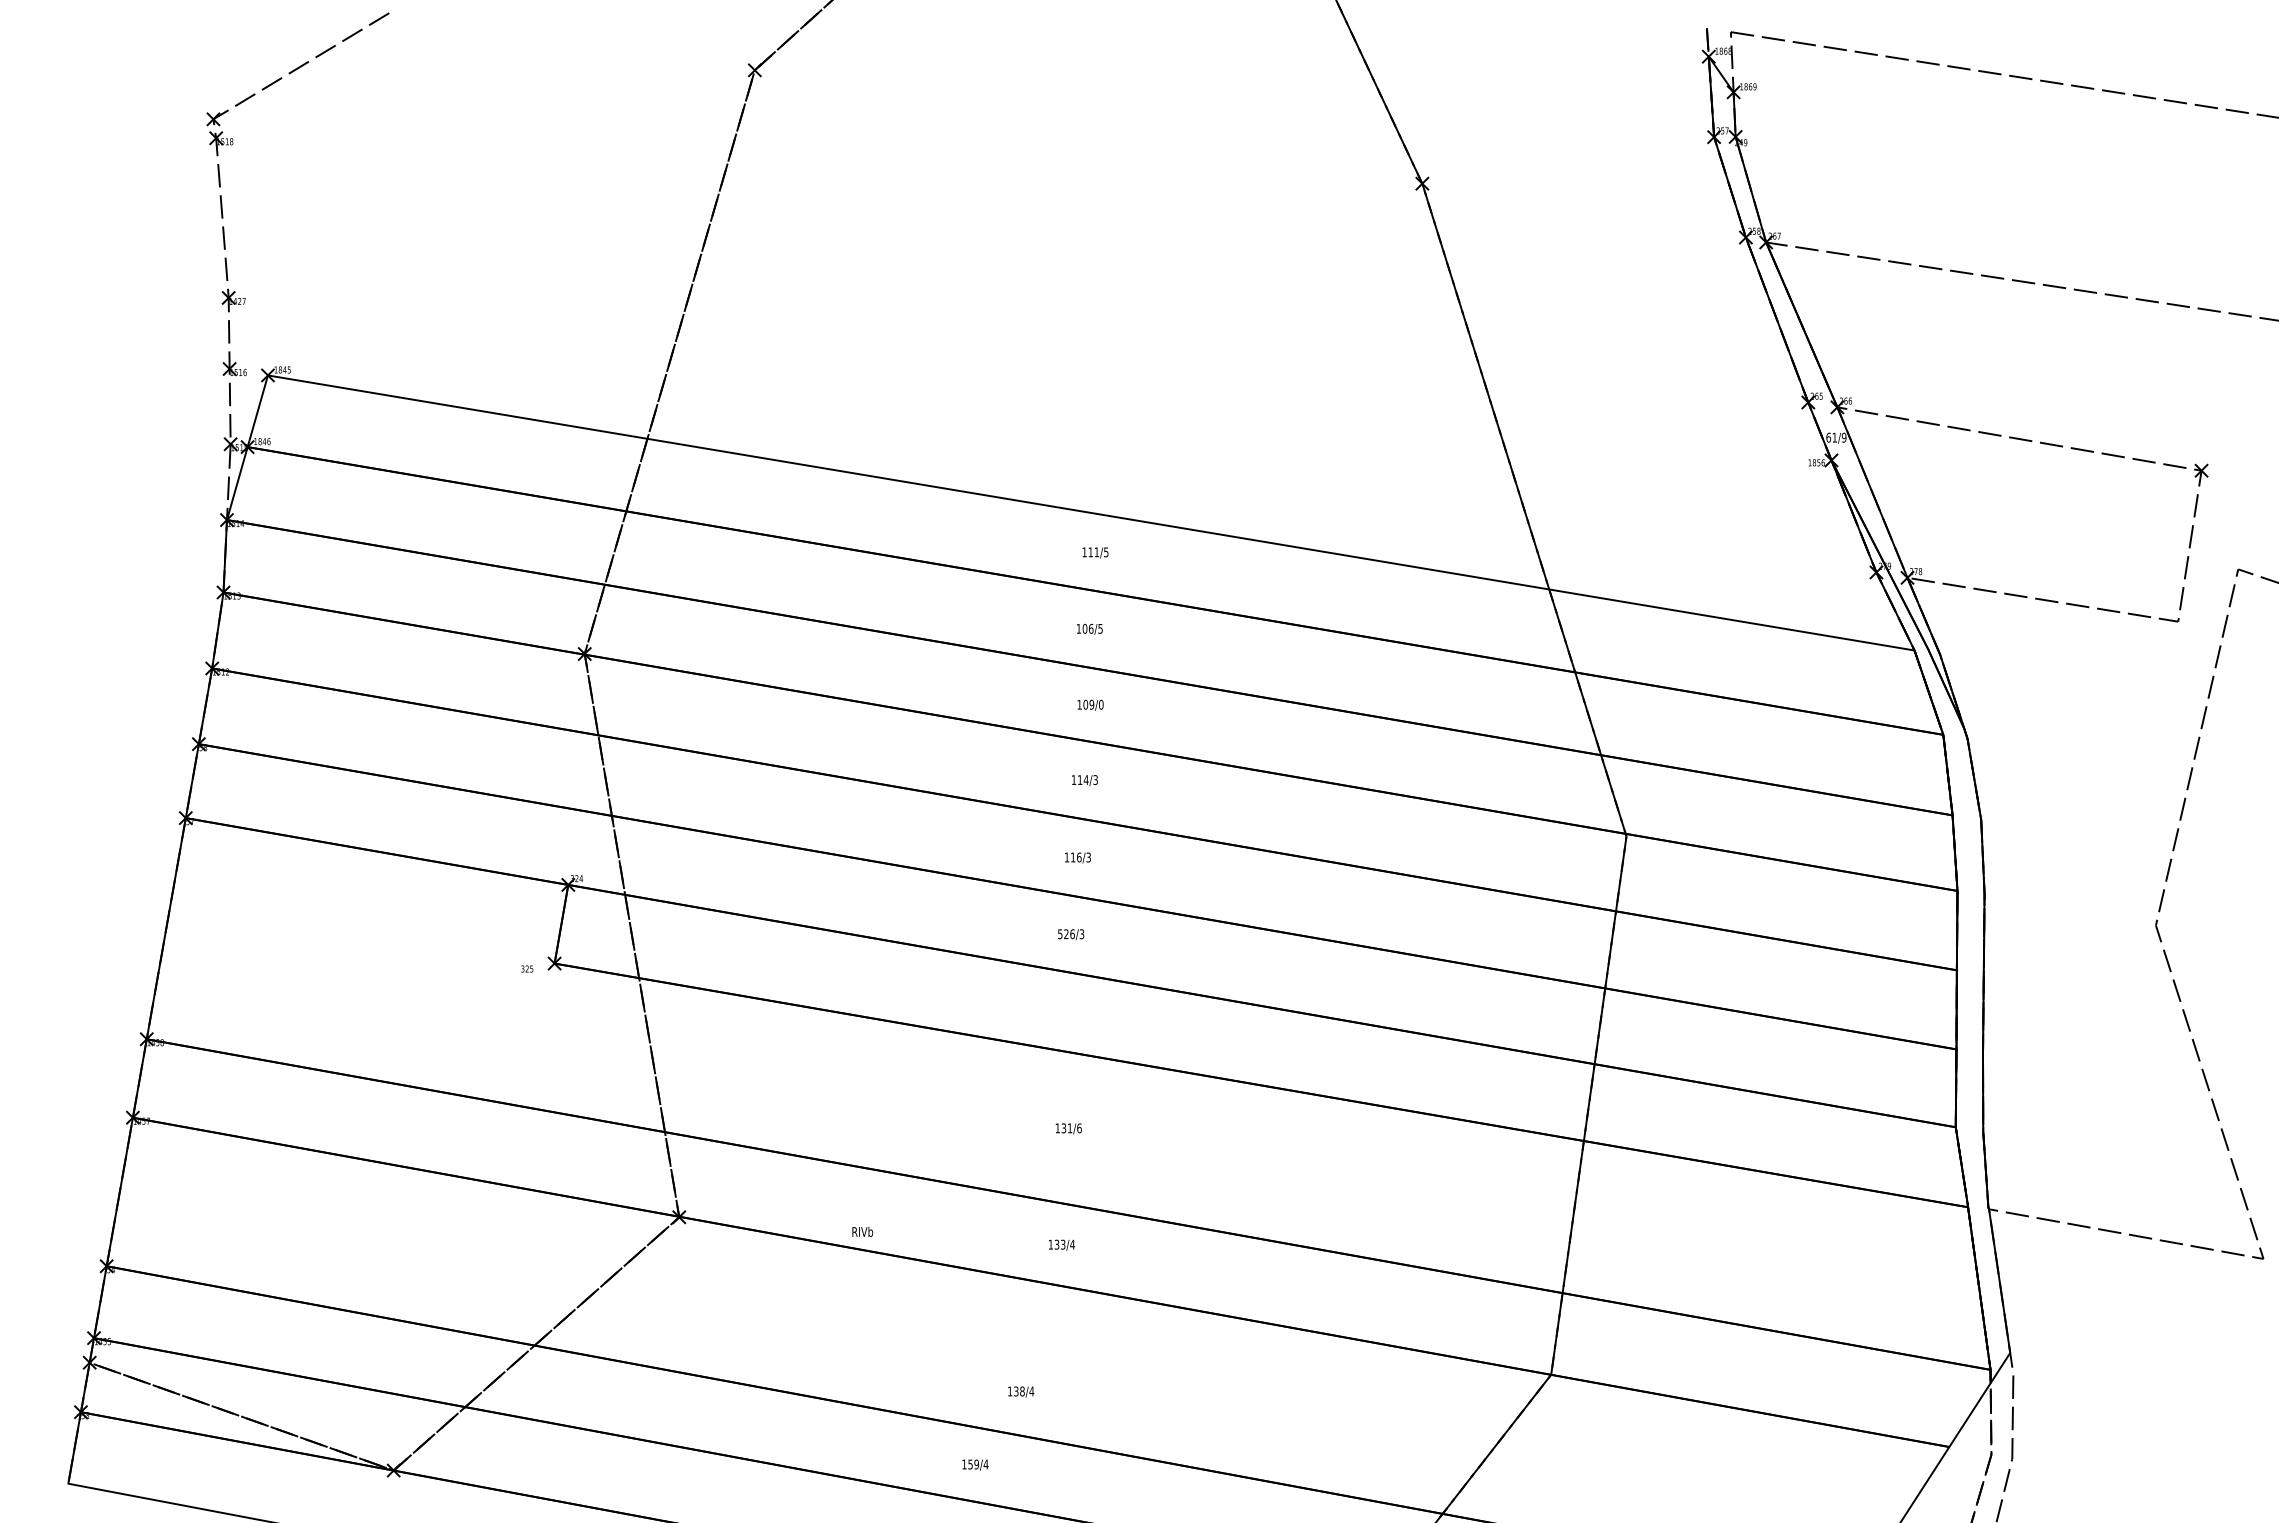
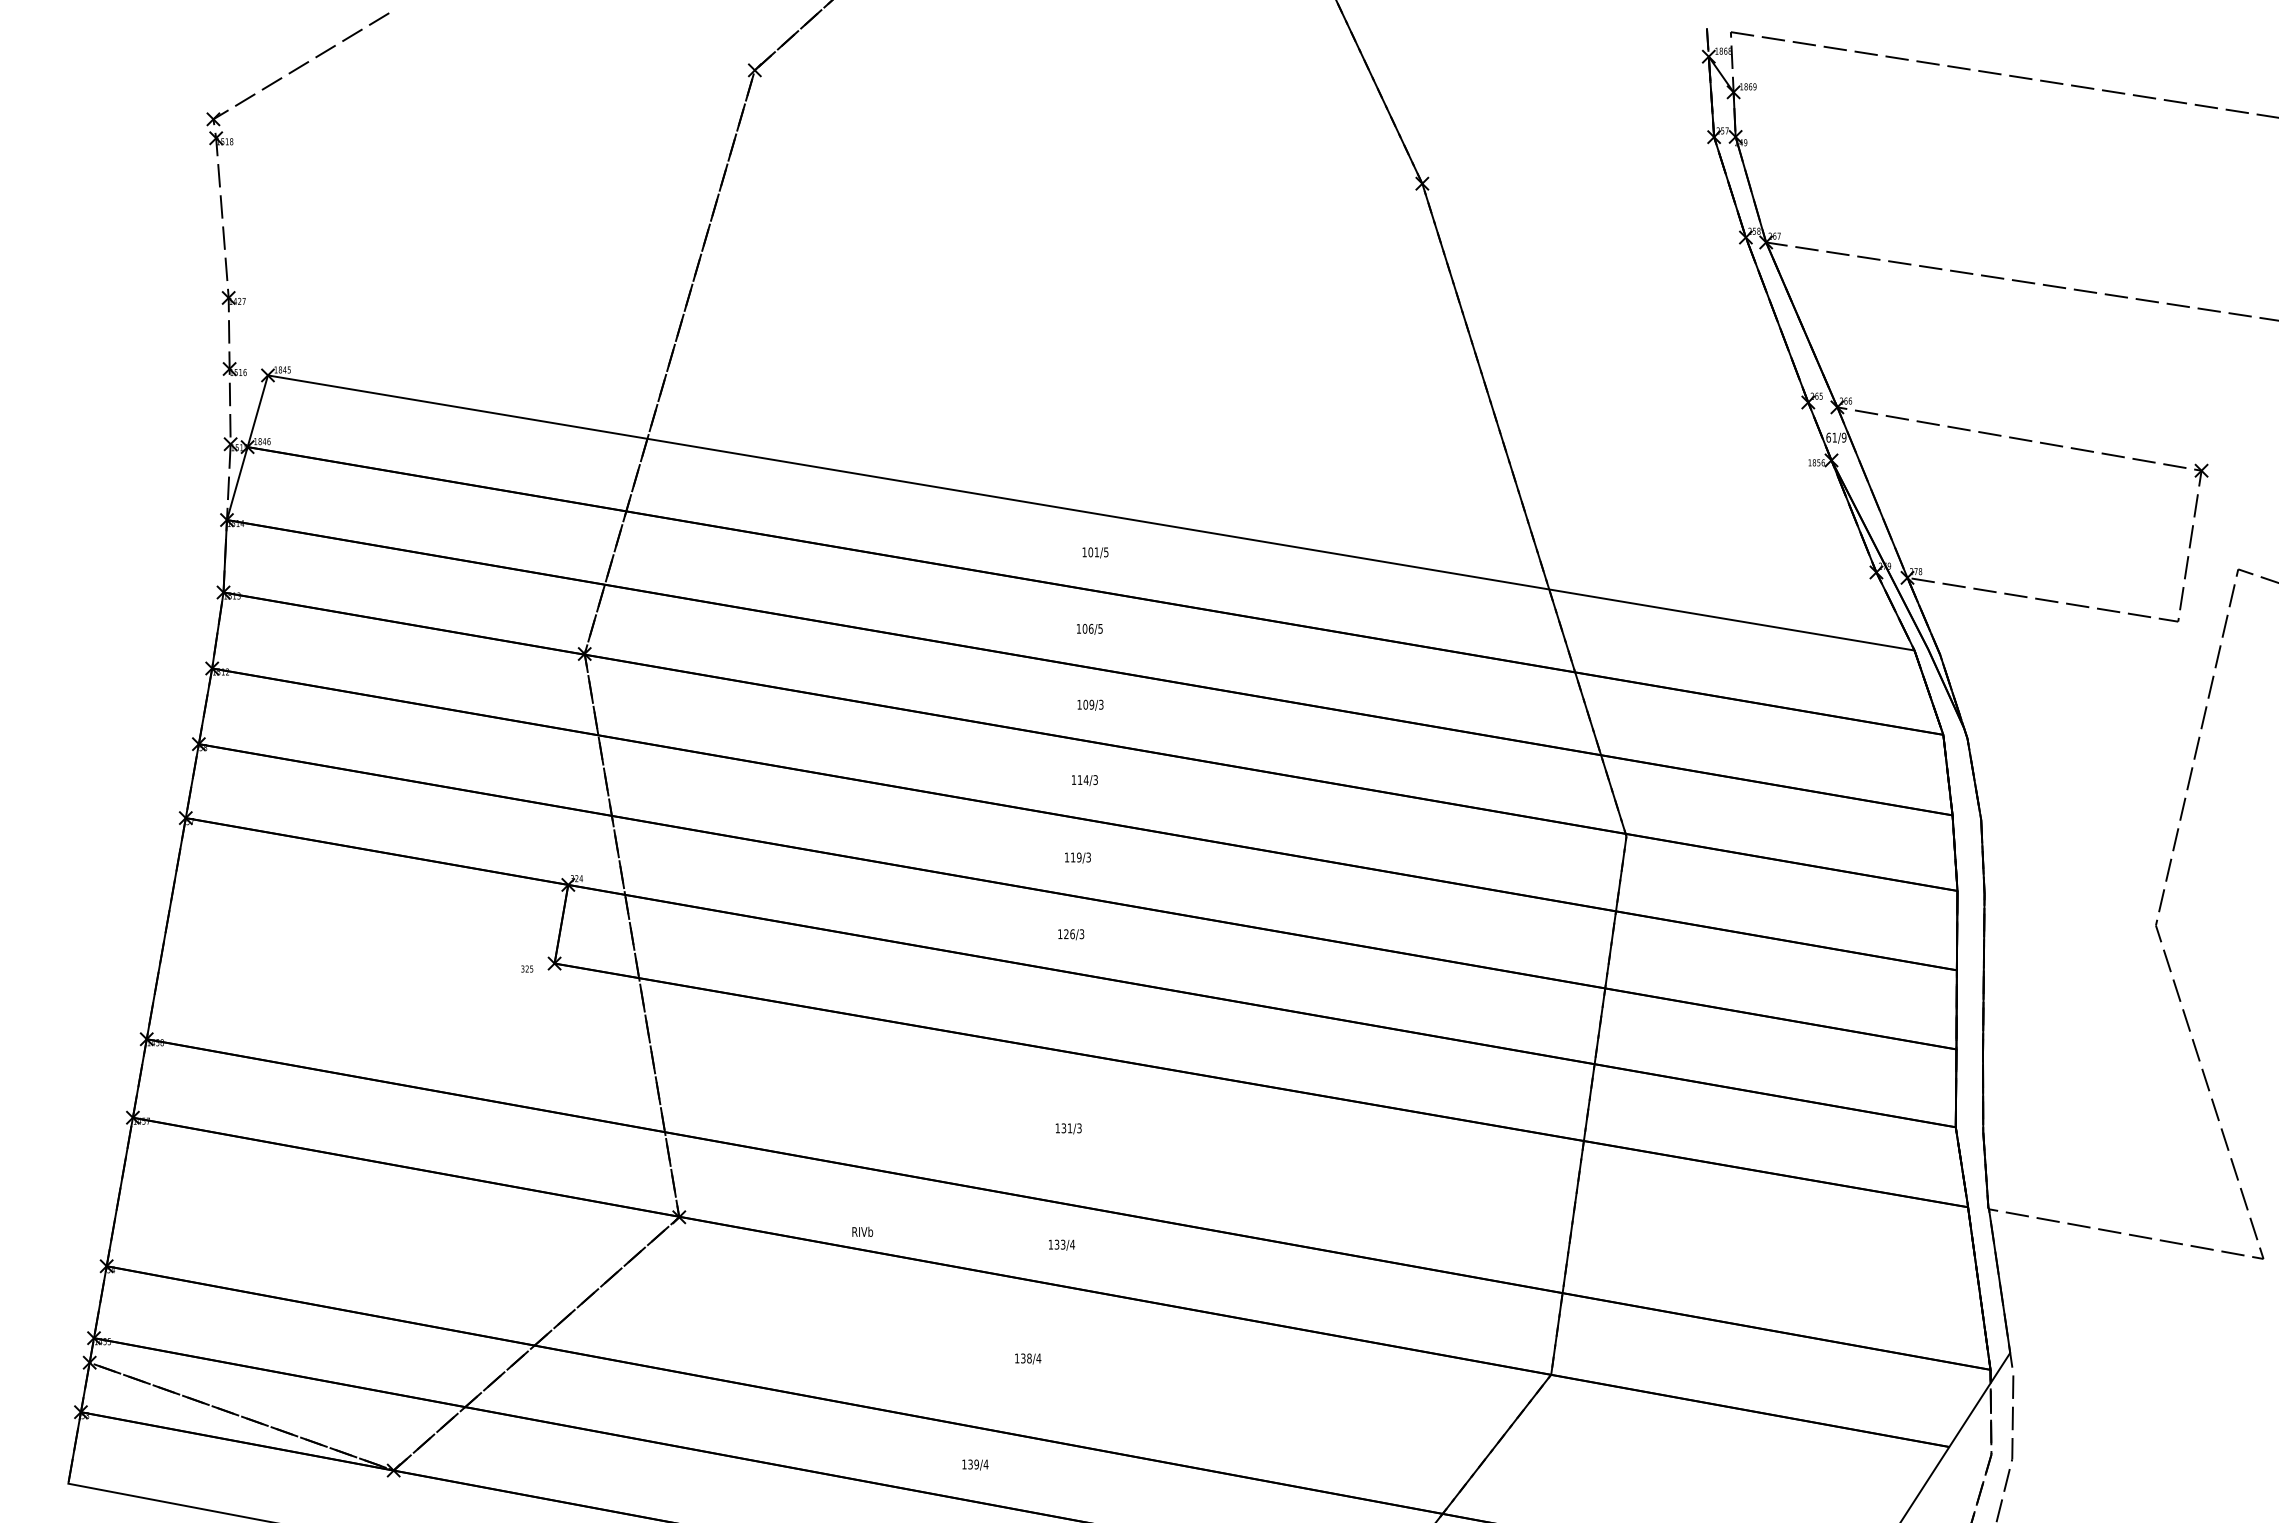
text at (1090, 552): 111/5 -> 101/5
text at (1101, 704): 109/0 -> 109/3
text at (1079, 857): 116/3 -> 119/3
text at (1060, 934): 526/3 -> 126/3
text at (1079, 1128): 131/6 -> 131/3
text at (1021, 1391) position: (1021, 1391) -> (1028, 1358)
text at (970, 1463): 159/4 -> 139/4
